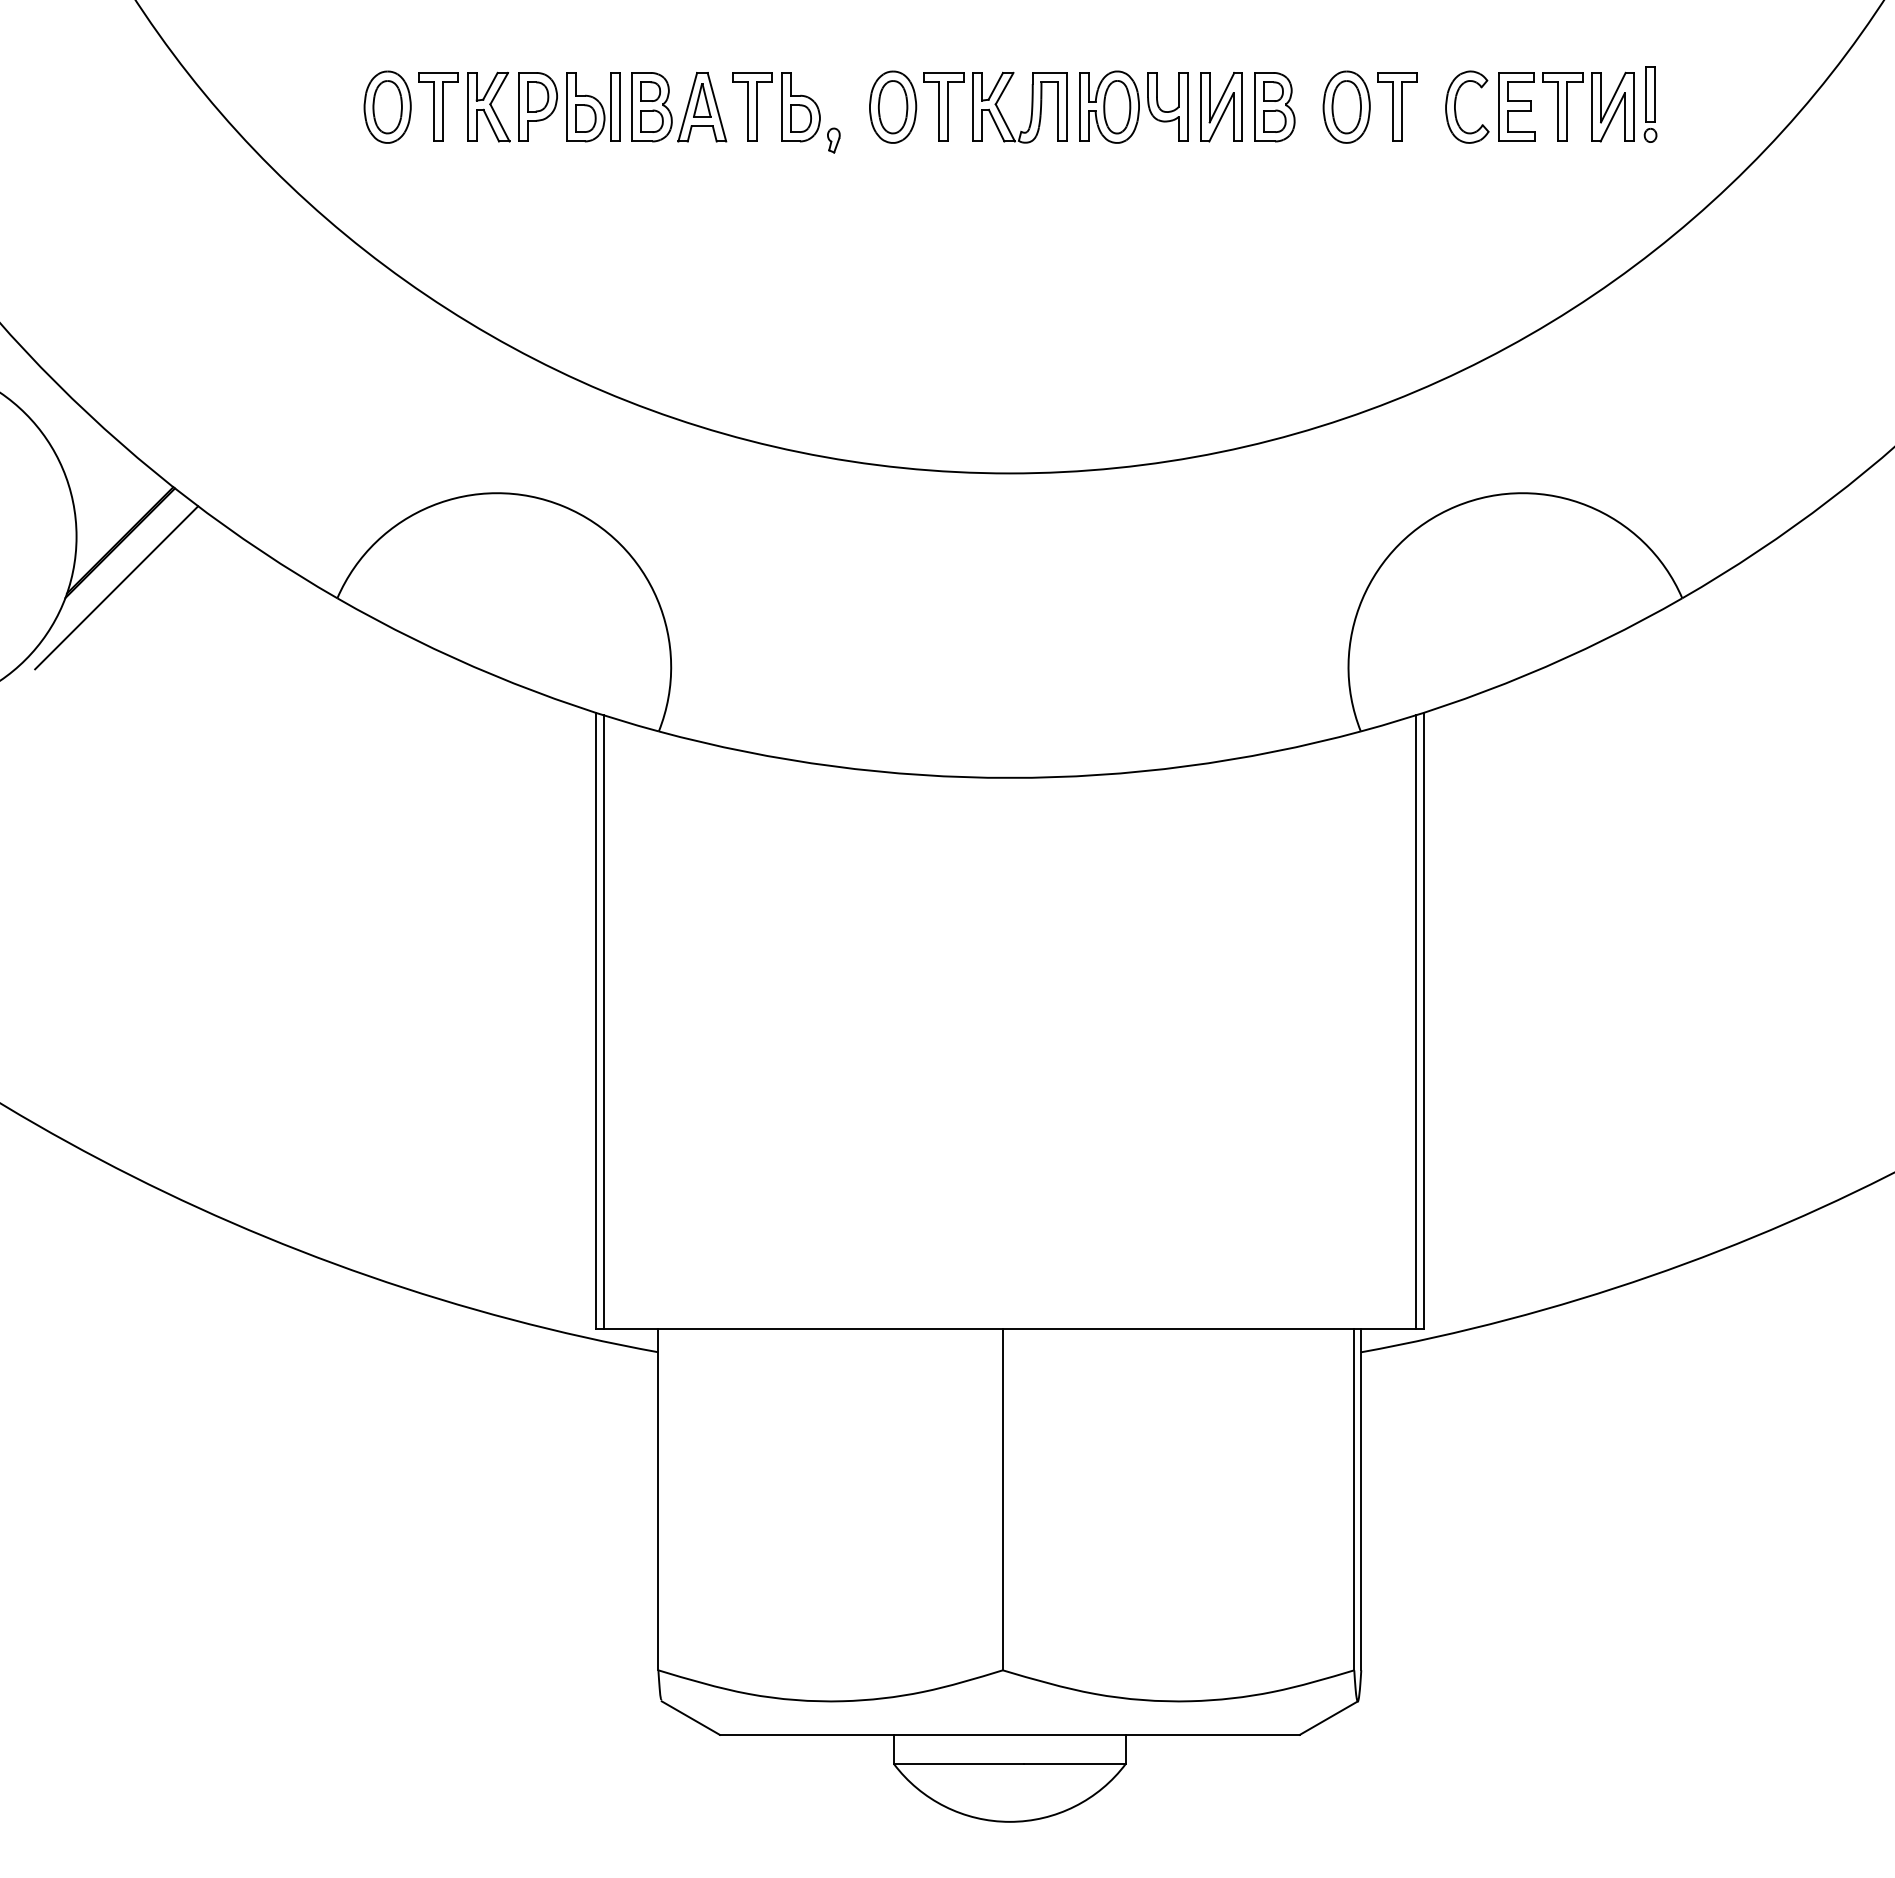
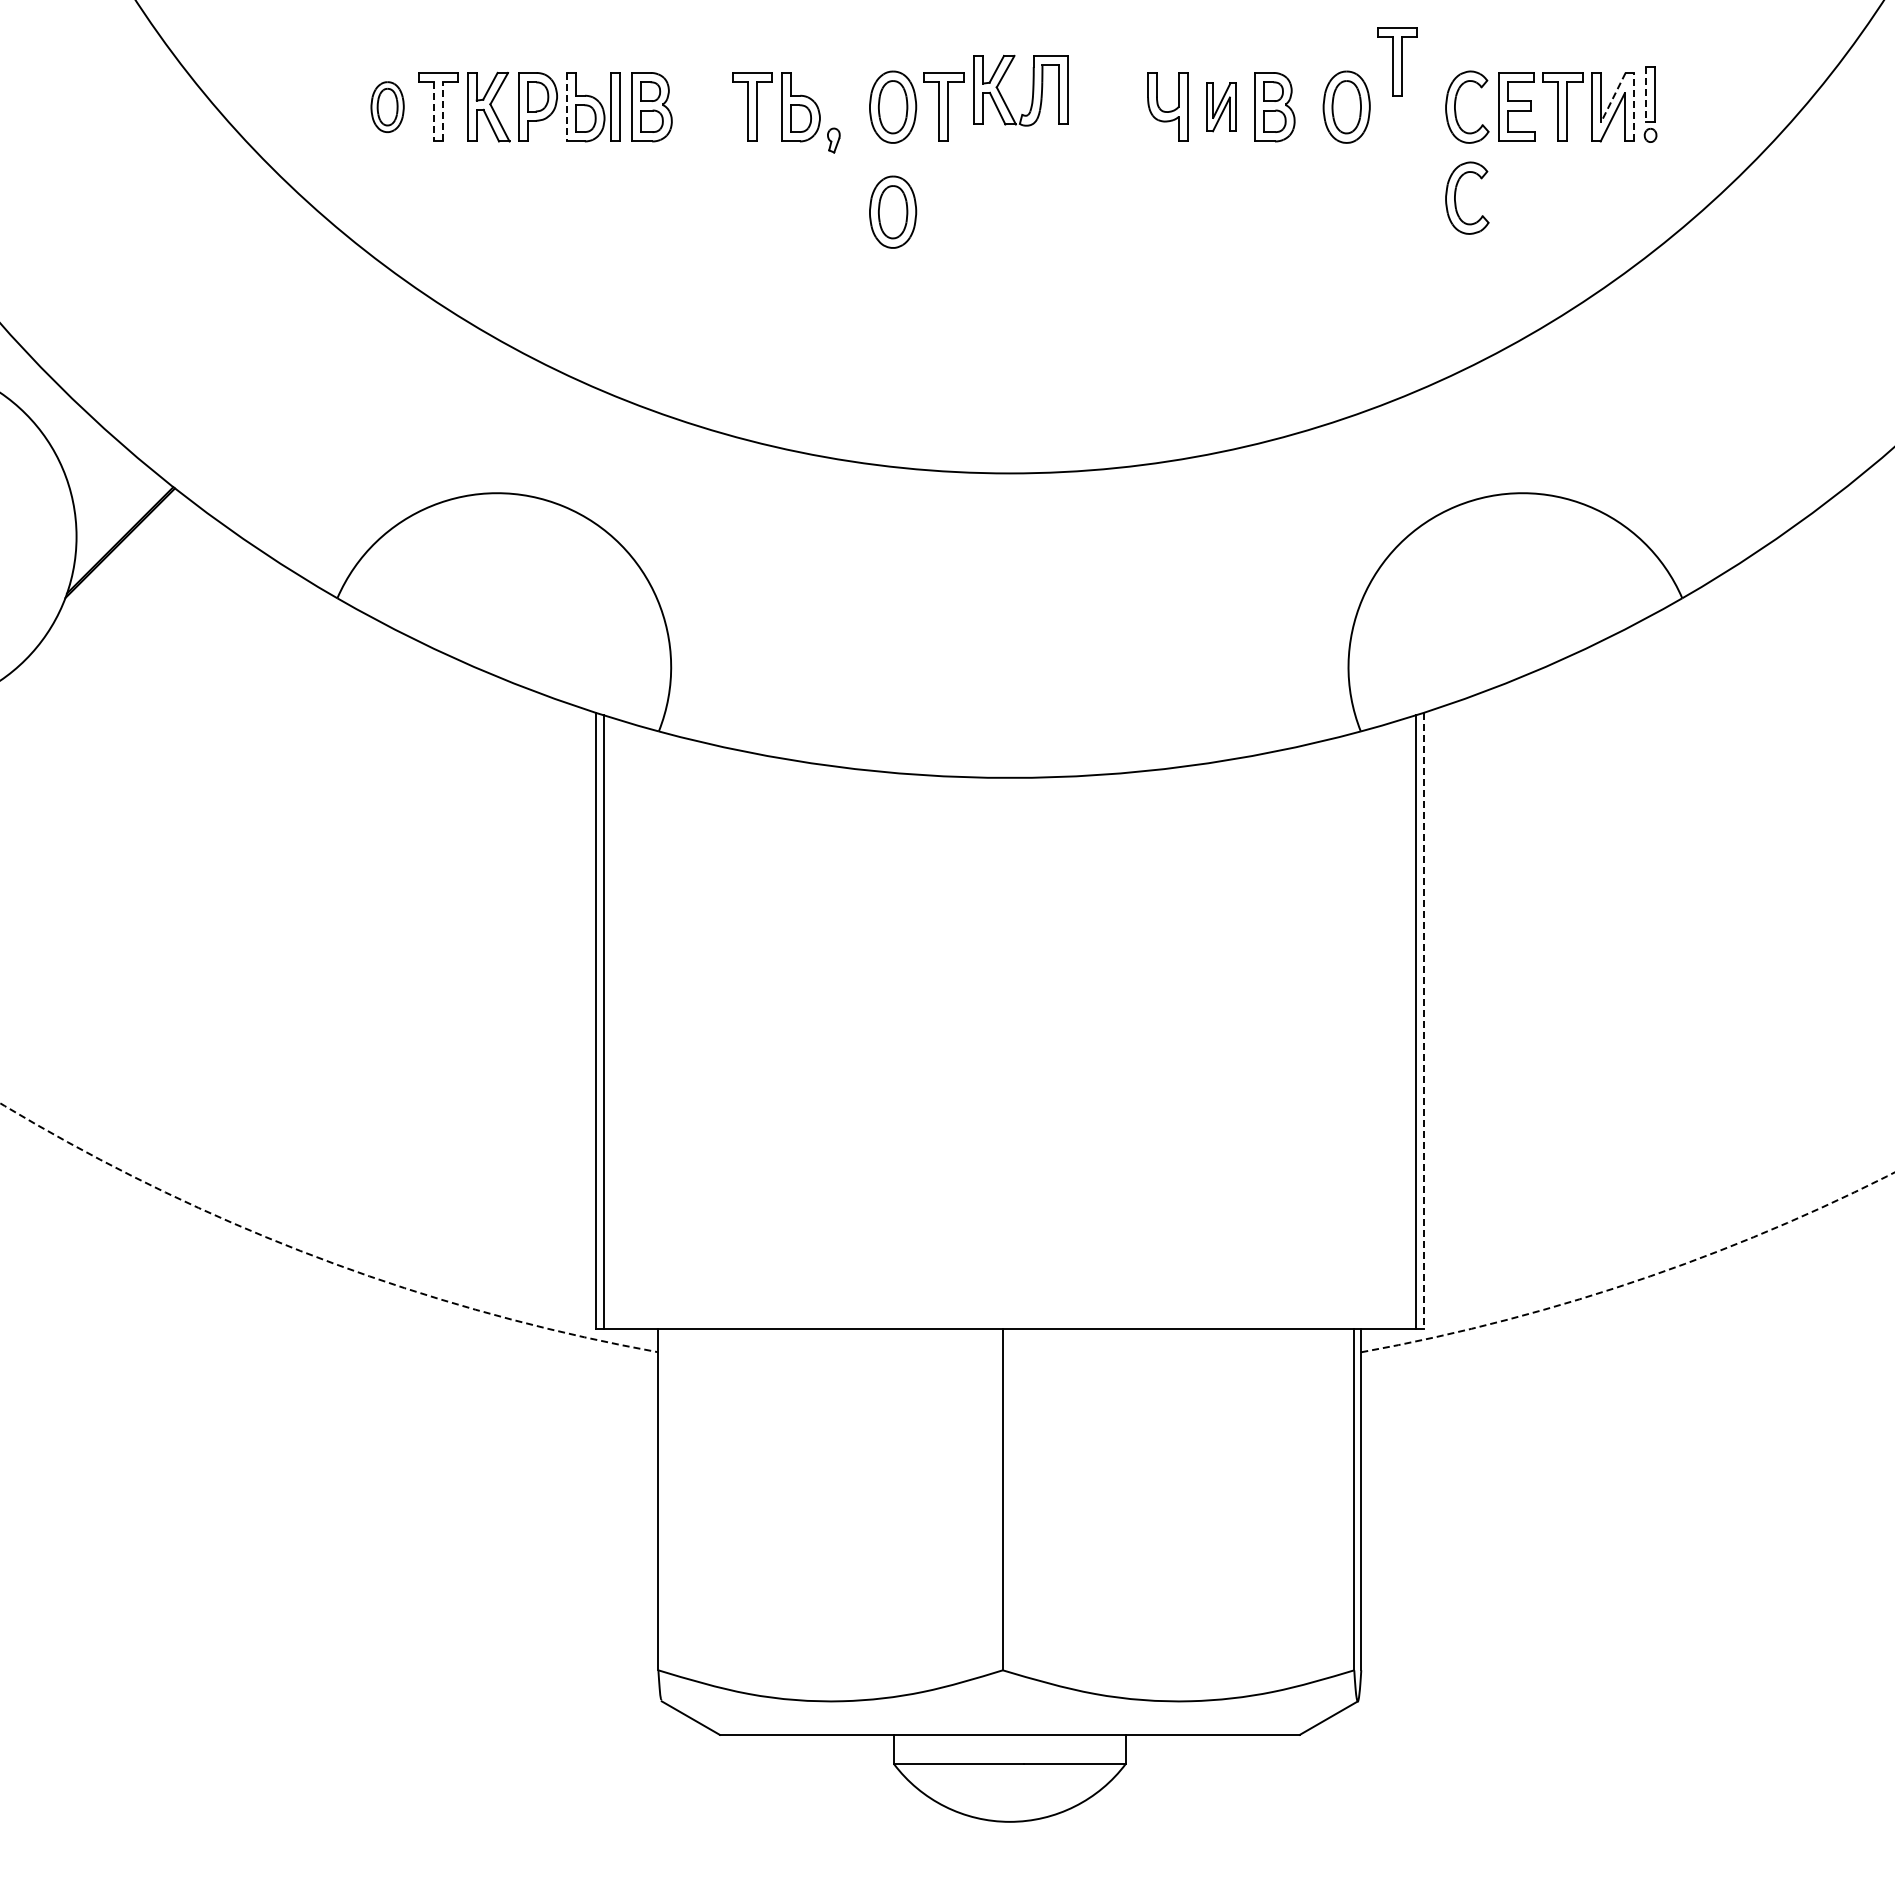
line at (1646, 94): solid -> dashed
line at (1613, 97): solid -> dashed
part at (387, 106) size: 49x74 px -> 35x52 px
part at (1109, 106): present -> none
part at (1397, 106) position: (1397, 106) -> (1397, 61)
line at (1633, 106): solid -> dashed
line at (567, 107): solid -> dashed
part at (702, 107): present -> none
part at (1031, 107) position: (1031, 107) -> (1032, 90)
part at (1221, 107) size: 43x71 px -> 31x51 px
line at (433, 111): solid -> dashed
line at (442, 111): solid -> dashed
part at (1456, 193): none -> present
part at (893, 211): none -> present
line at (116, 587): present -> none
line at (1423, 1021): solid -> dashed
arc at (318, 1257): solid -> dashed
arc at (1633, 1281): solid -> dashed
